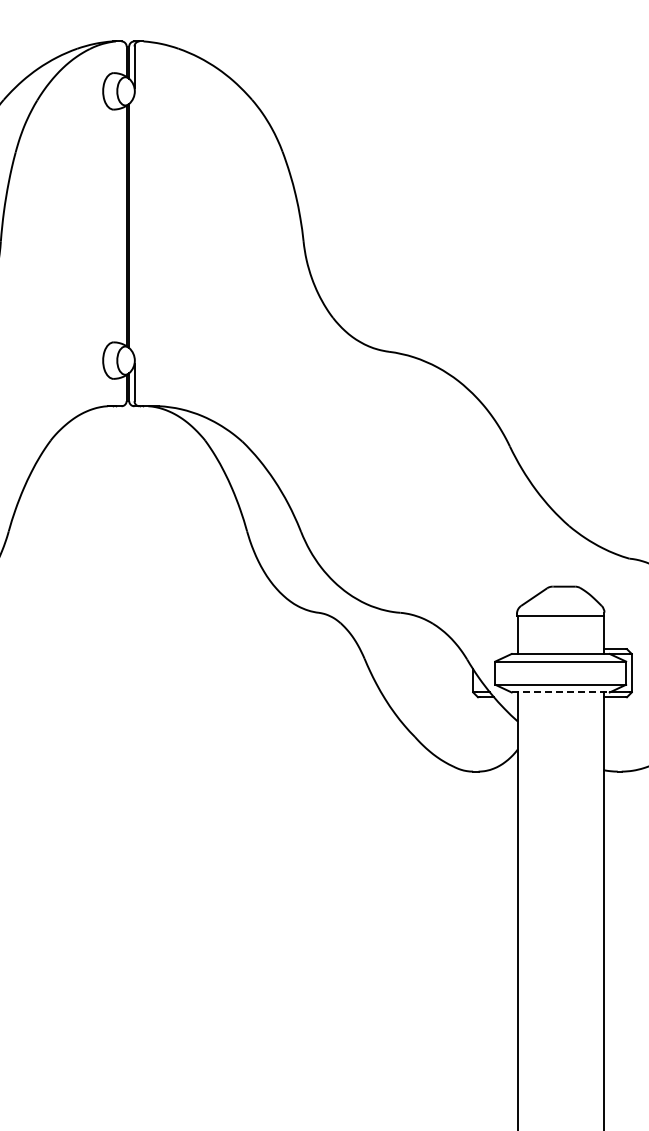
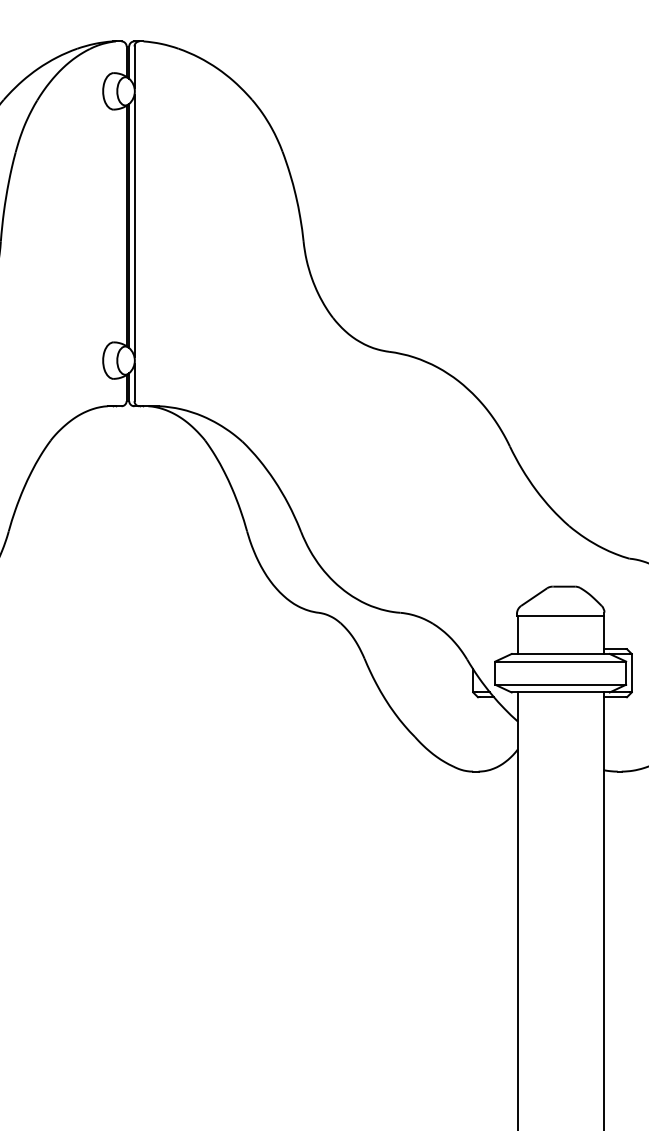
line at (134, 225): none -> present
line at (561, 692): dashed -> solid
